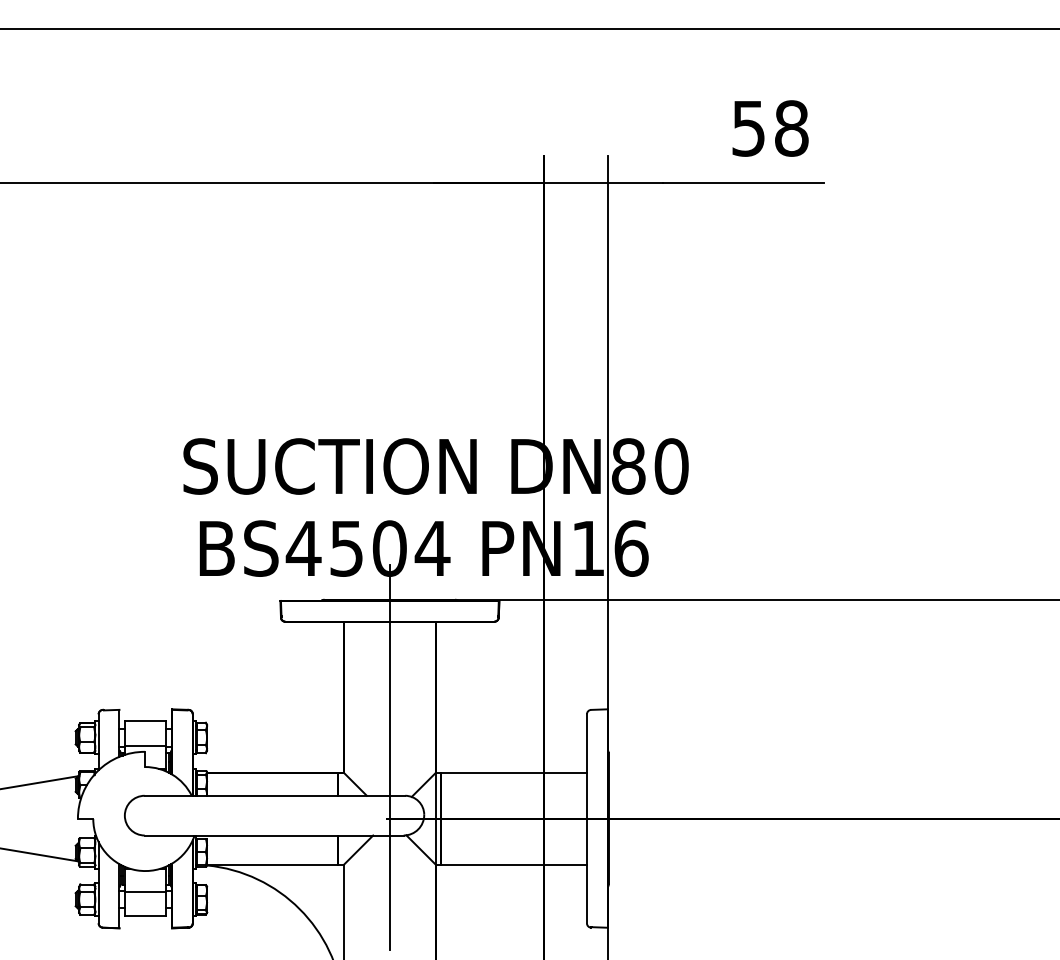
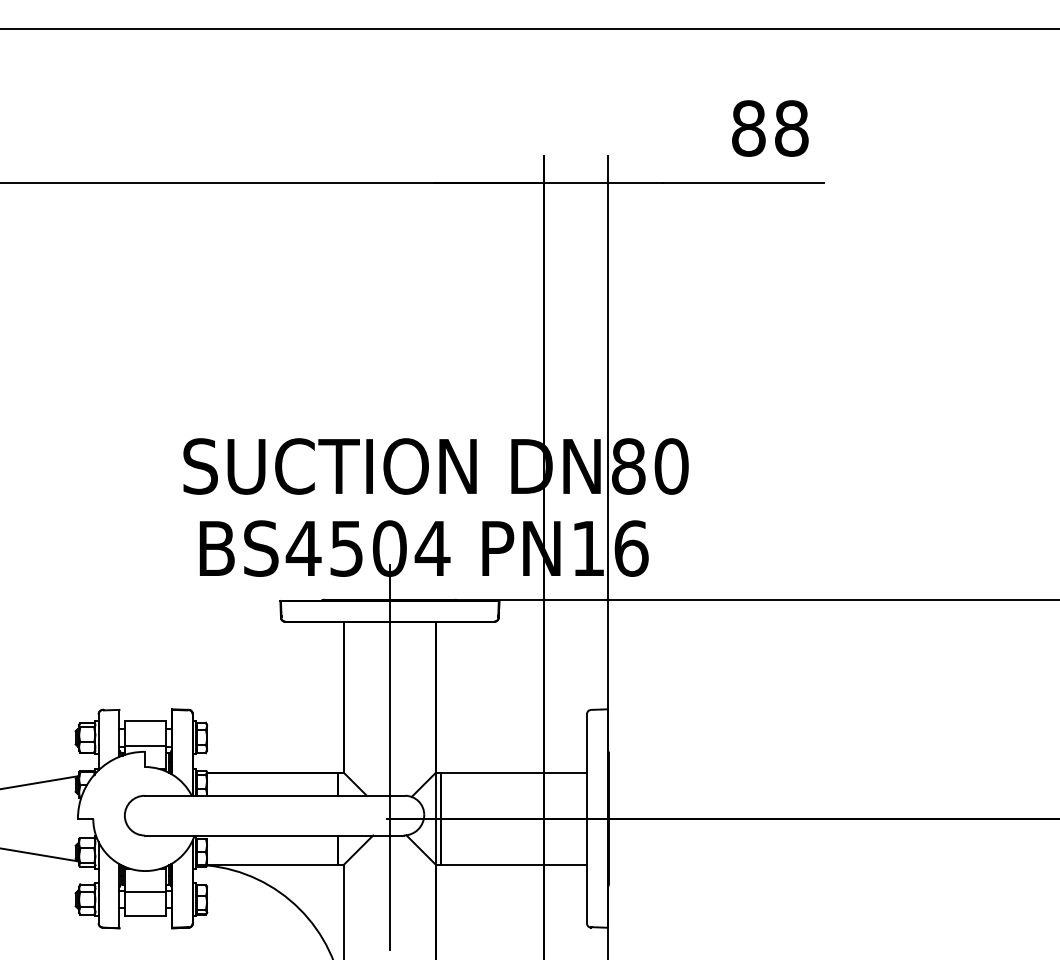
text at (748, 128): 58 -> 88
